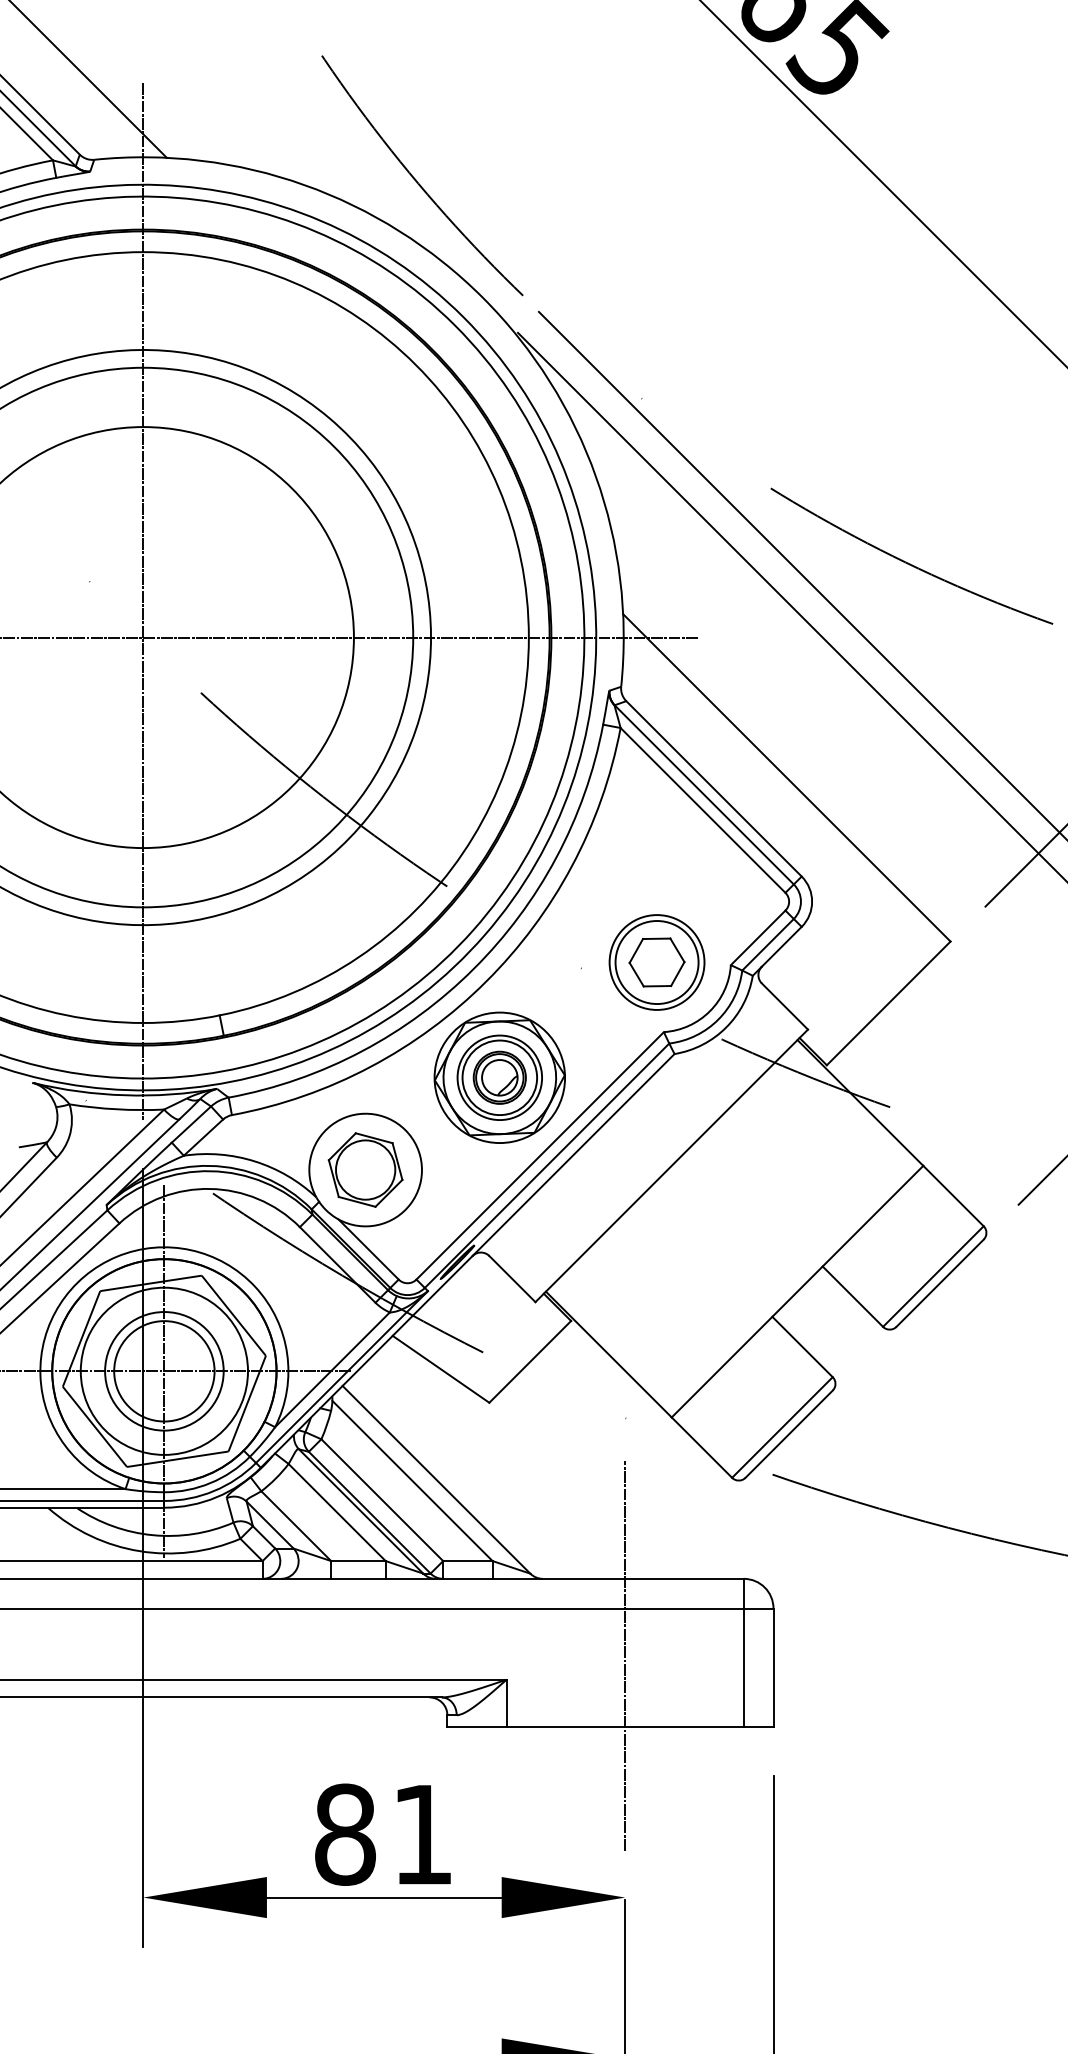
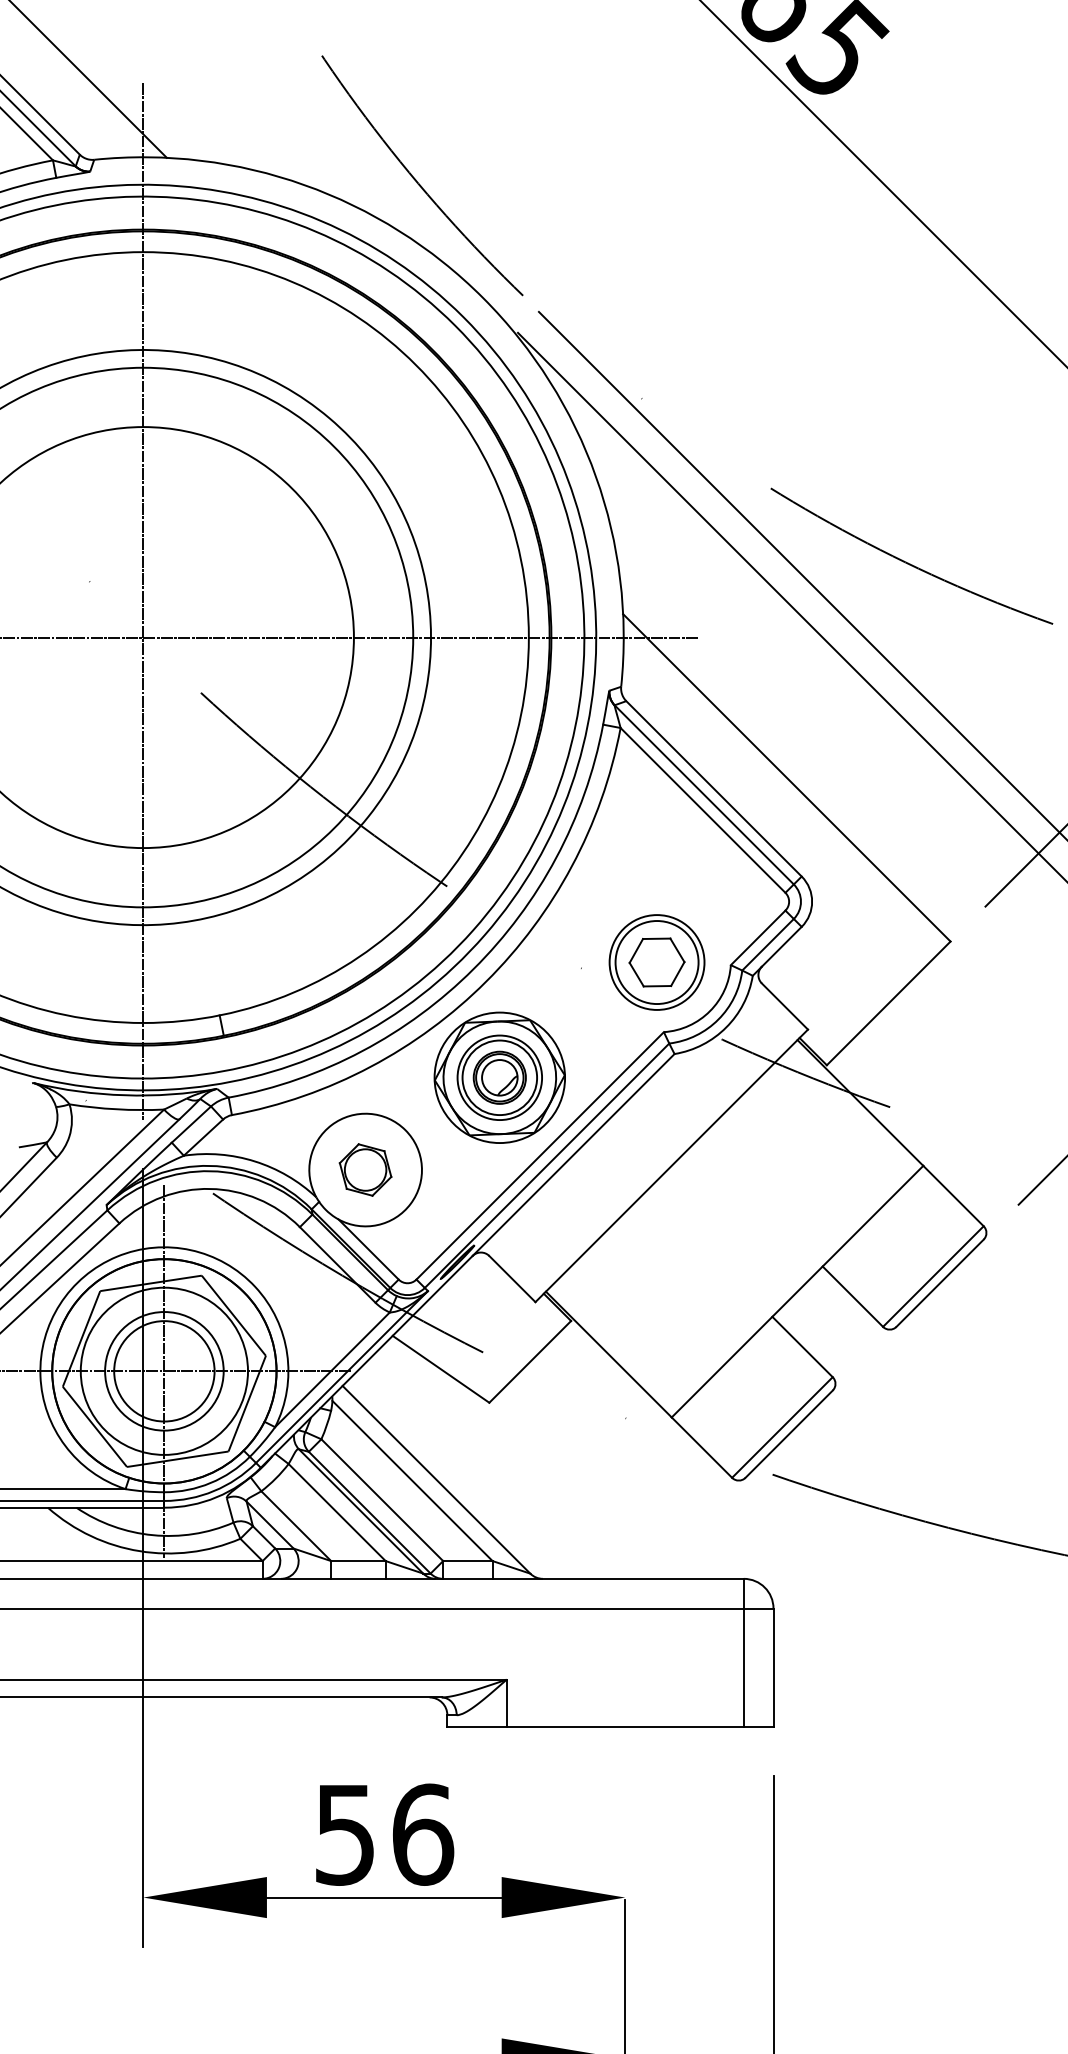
part at (365, 1169) size: 77x76 px -> 55x54 px
line at (625, 1655): present -> none
text at (384, 1834): 81 -> 56
